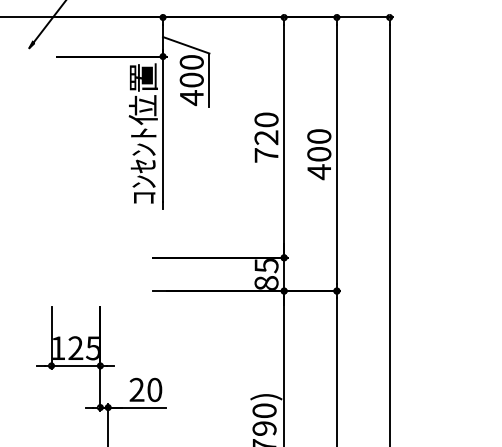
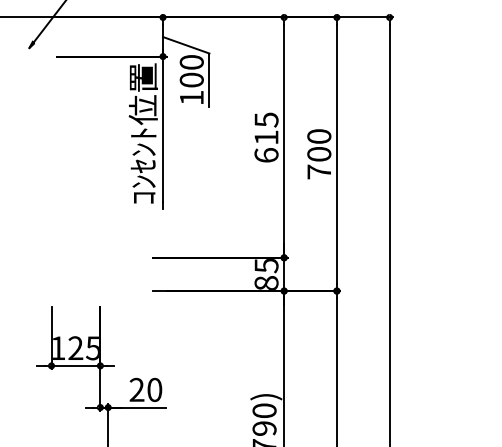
text at (191, 98): 400 -> 100
text at (266, 137): 720 -> 615
text at (318, 172): 400 -> 700
